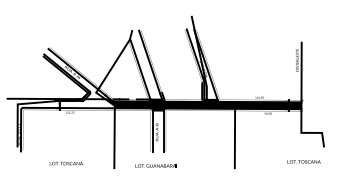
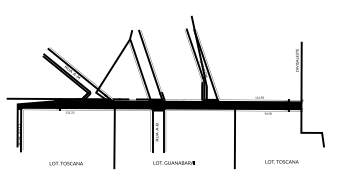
fill at (65, 104): none -> present
text at (303, 161) position: (303, 161) -> (281, 161)
text at (155, 165) position: (155, 165) -> (173, 162)
